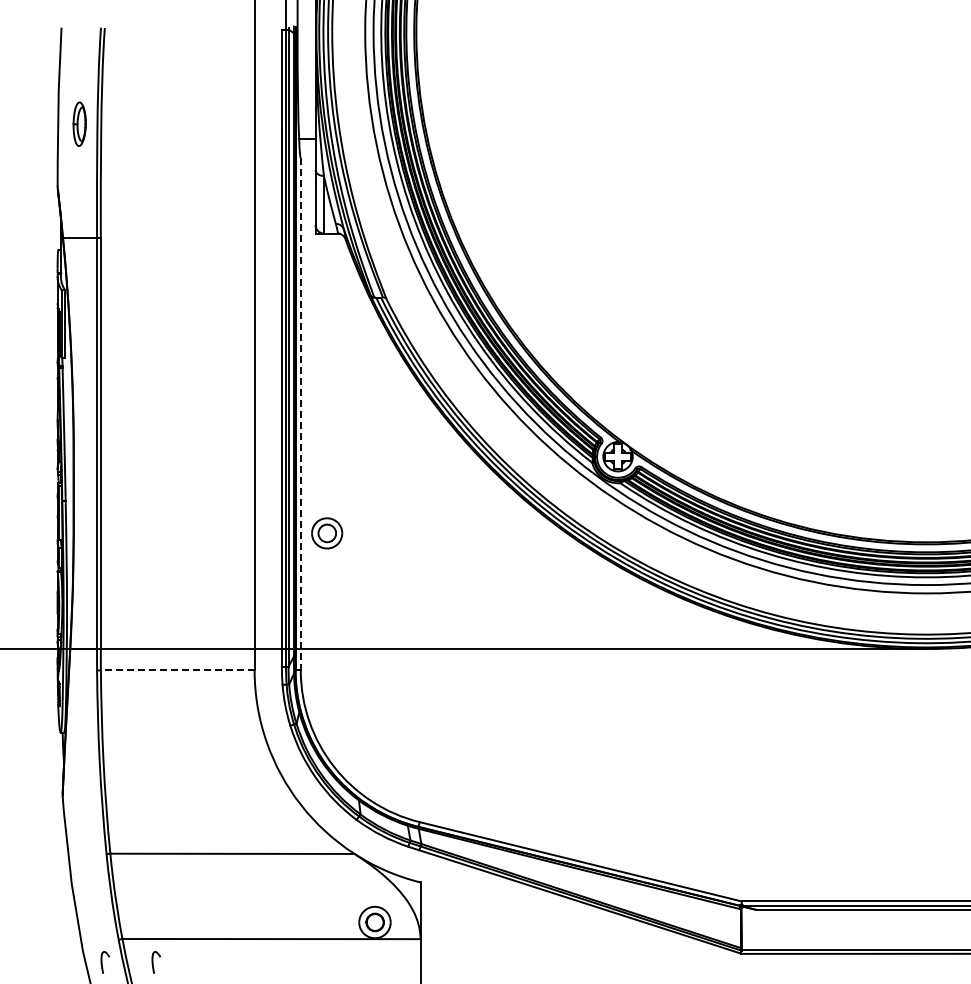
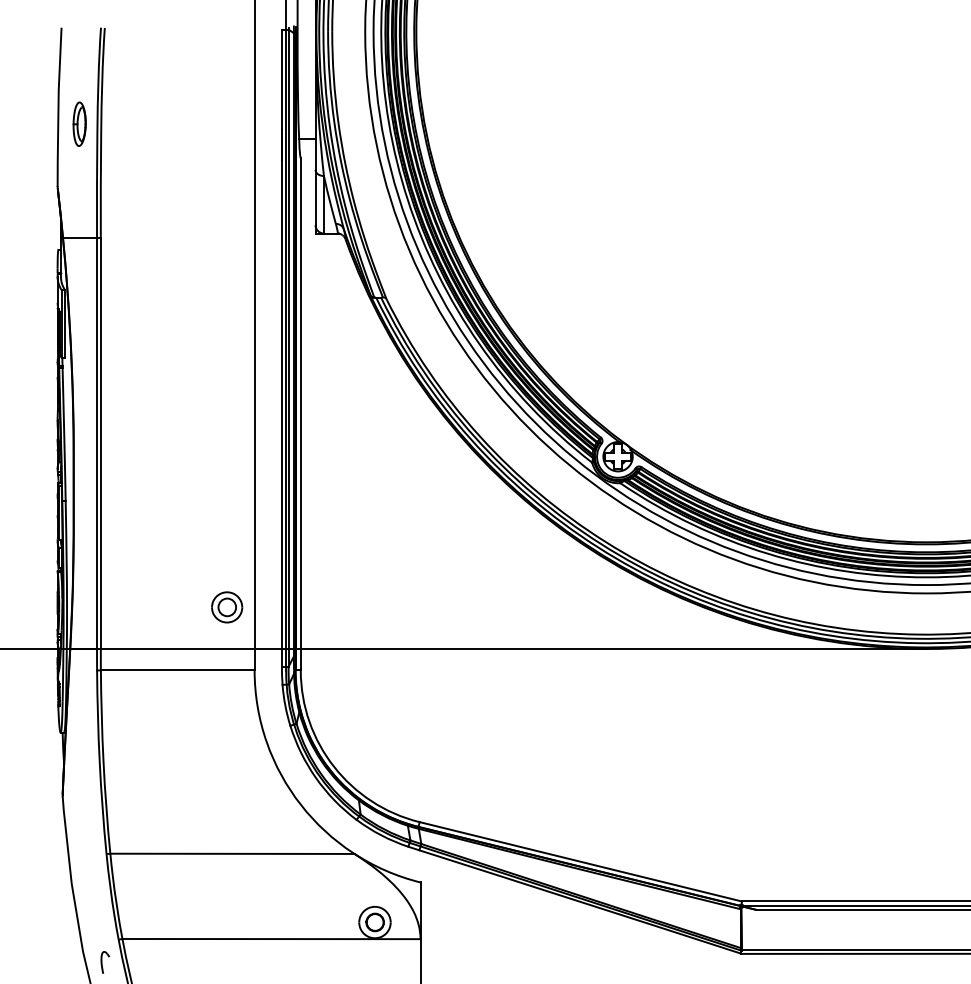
line at (300, 414): dashed -> solid
part at (327, 533) position: (327, 533) -> (227, 607)
line at (177, 670): dashed -> solid
part at (156, 962): present -> none
